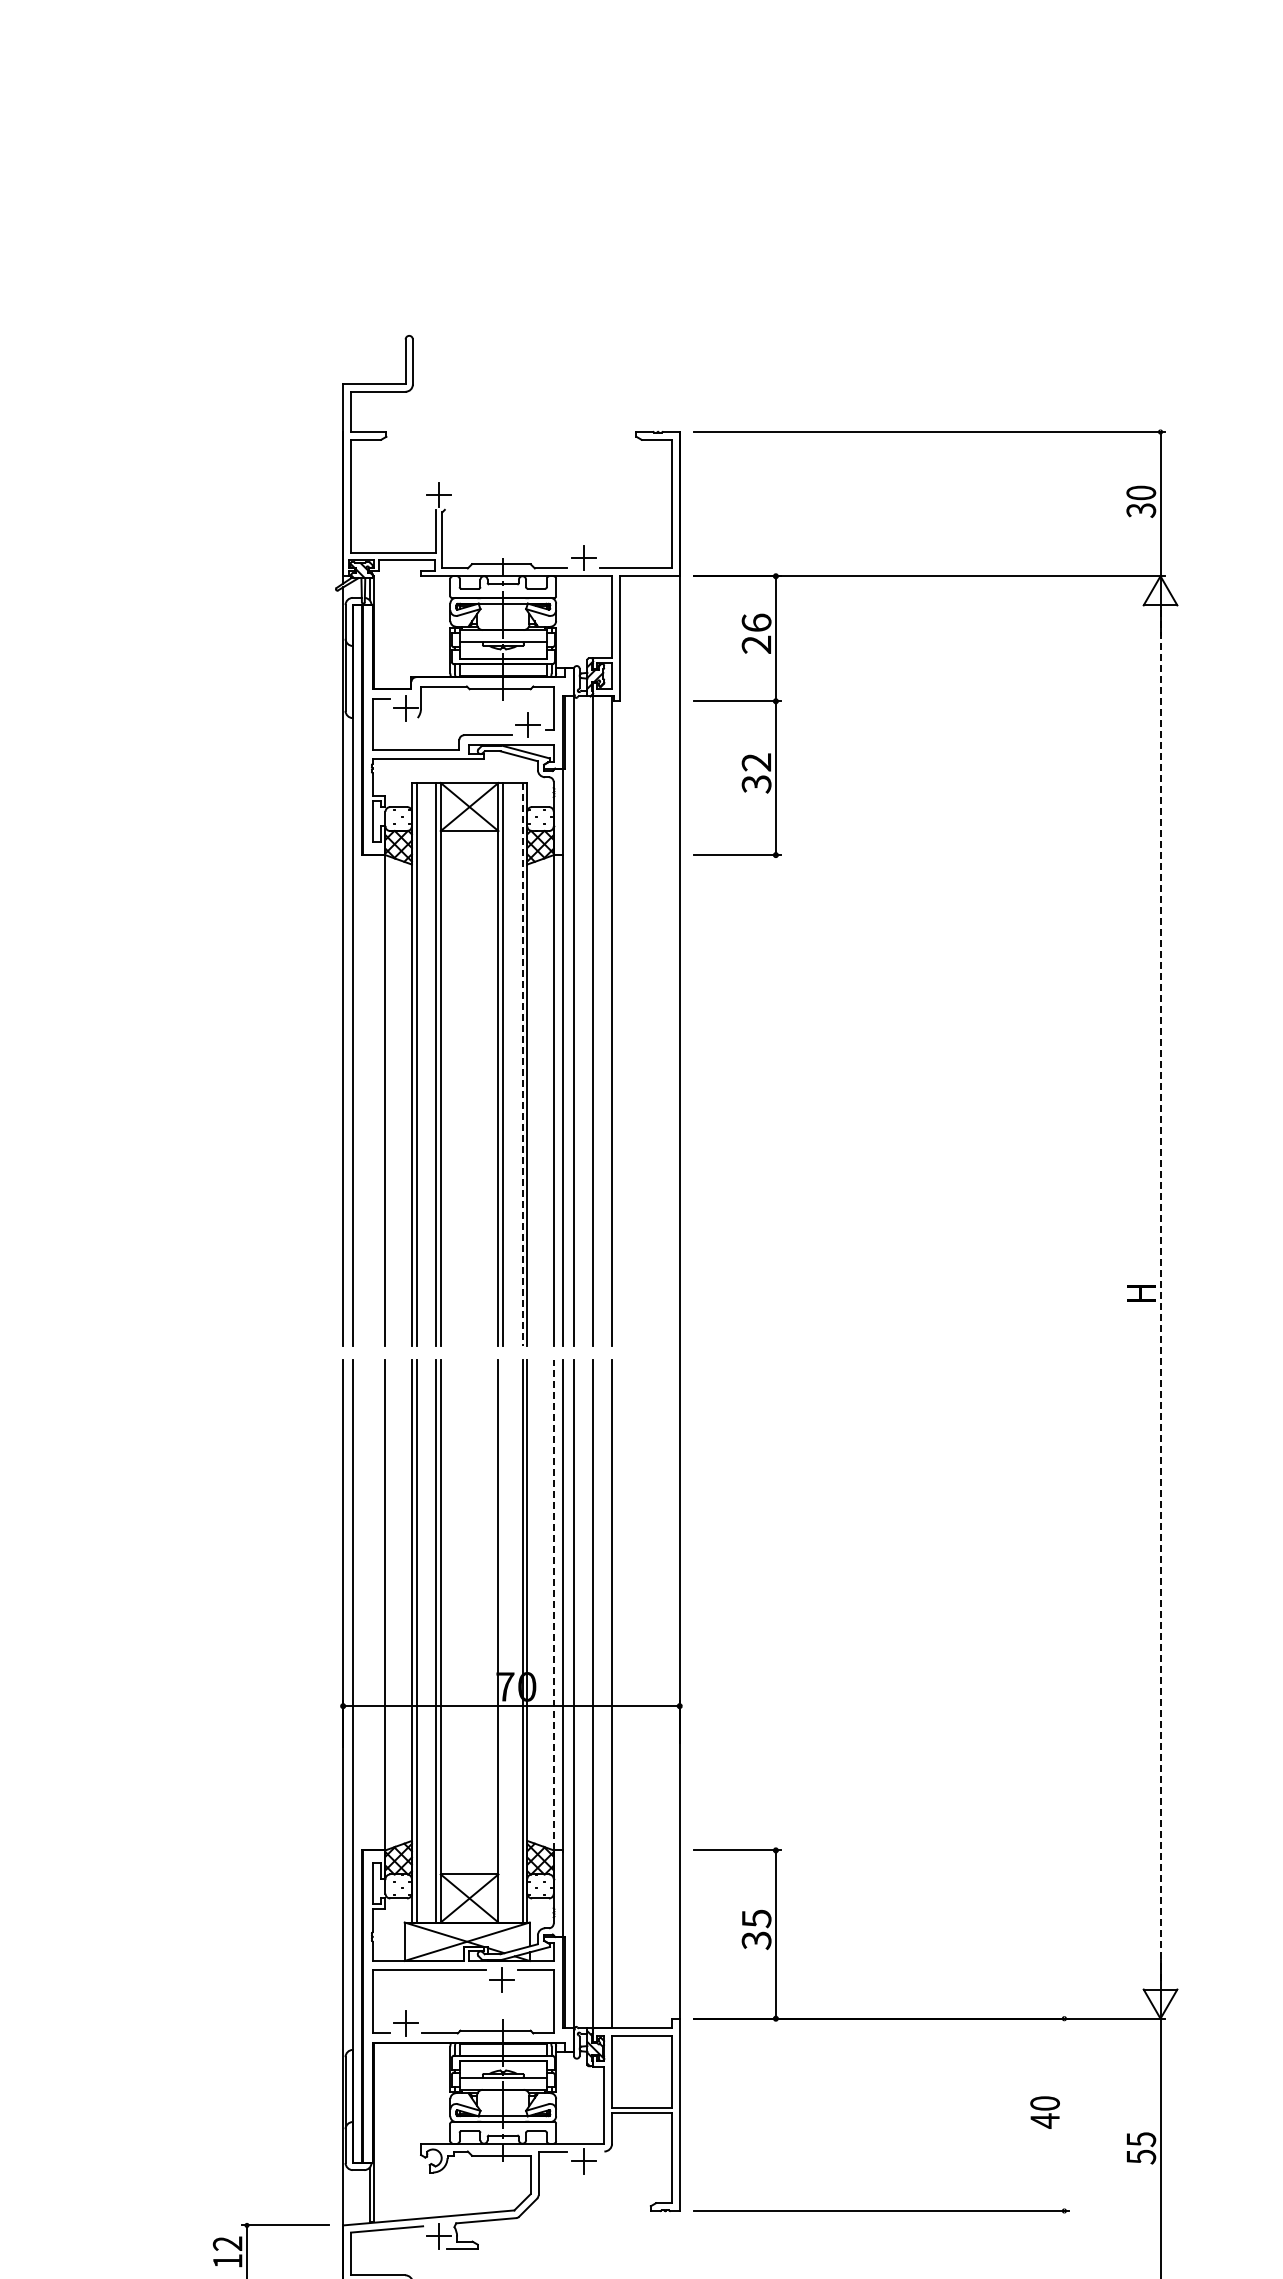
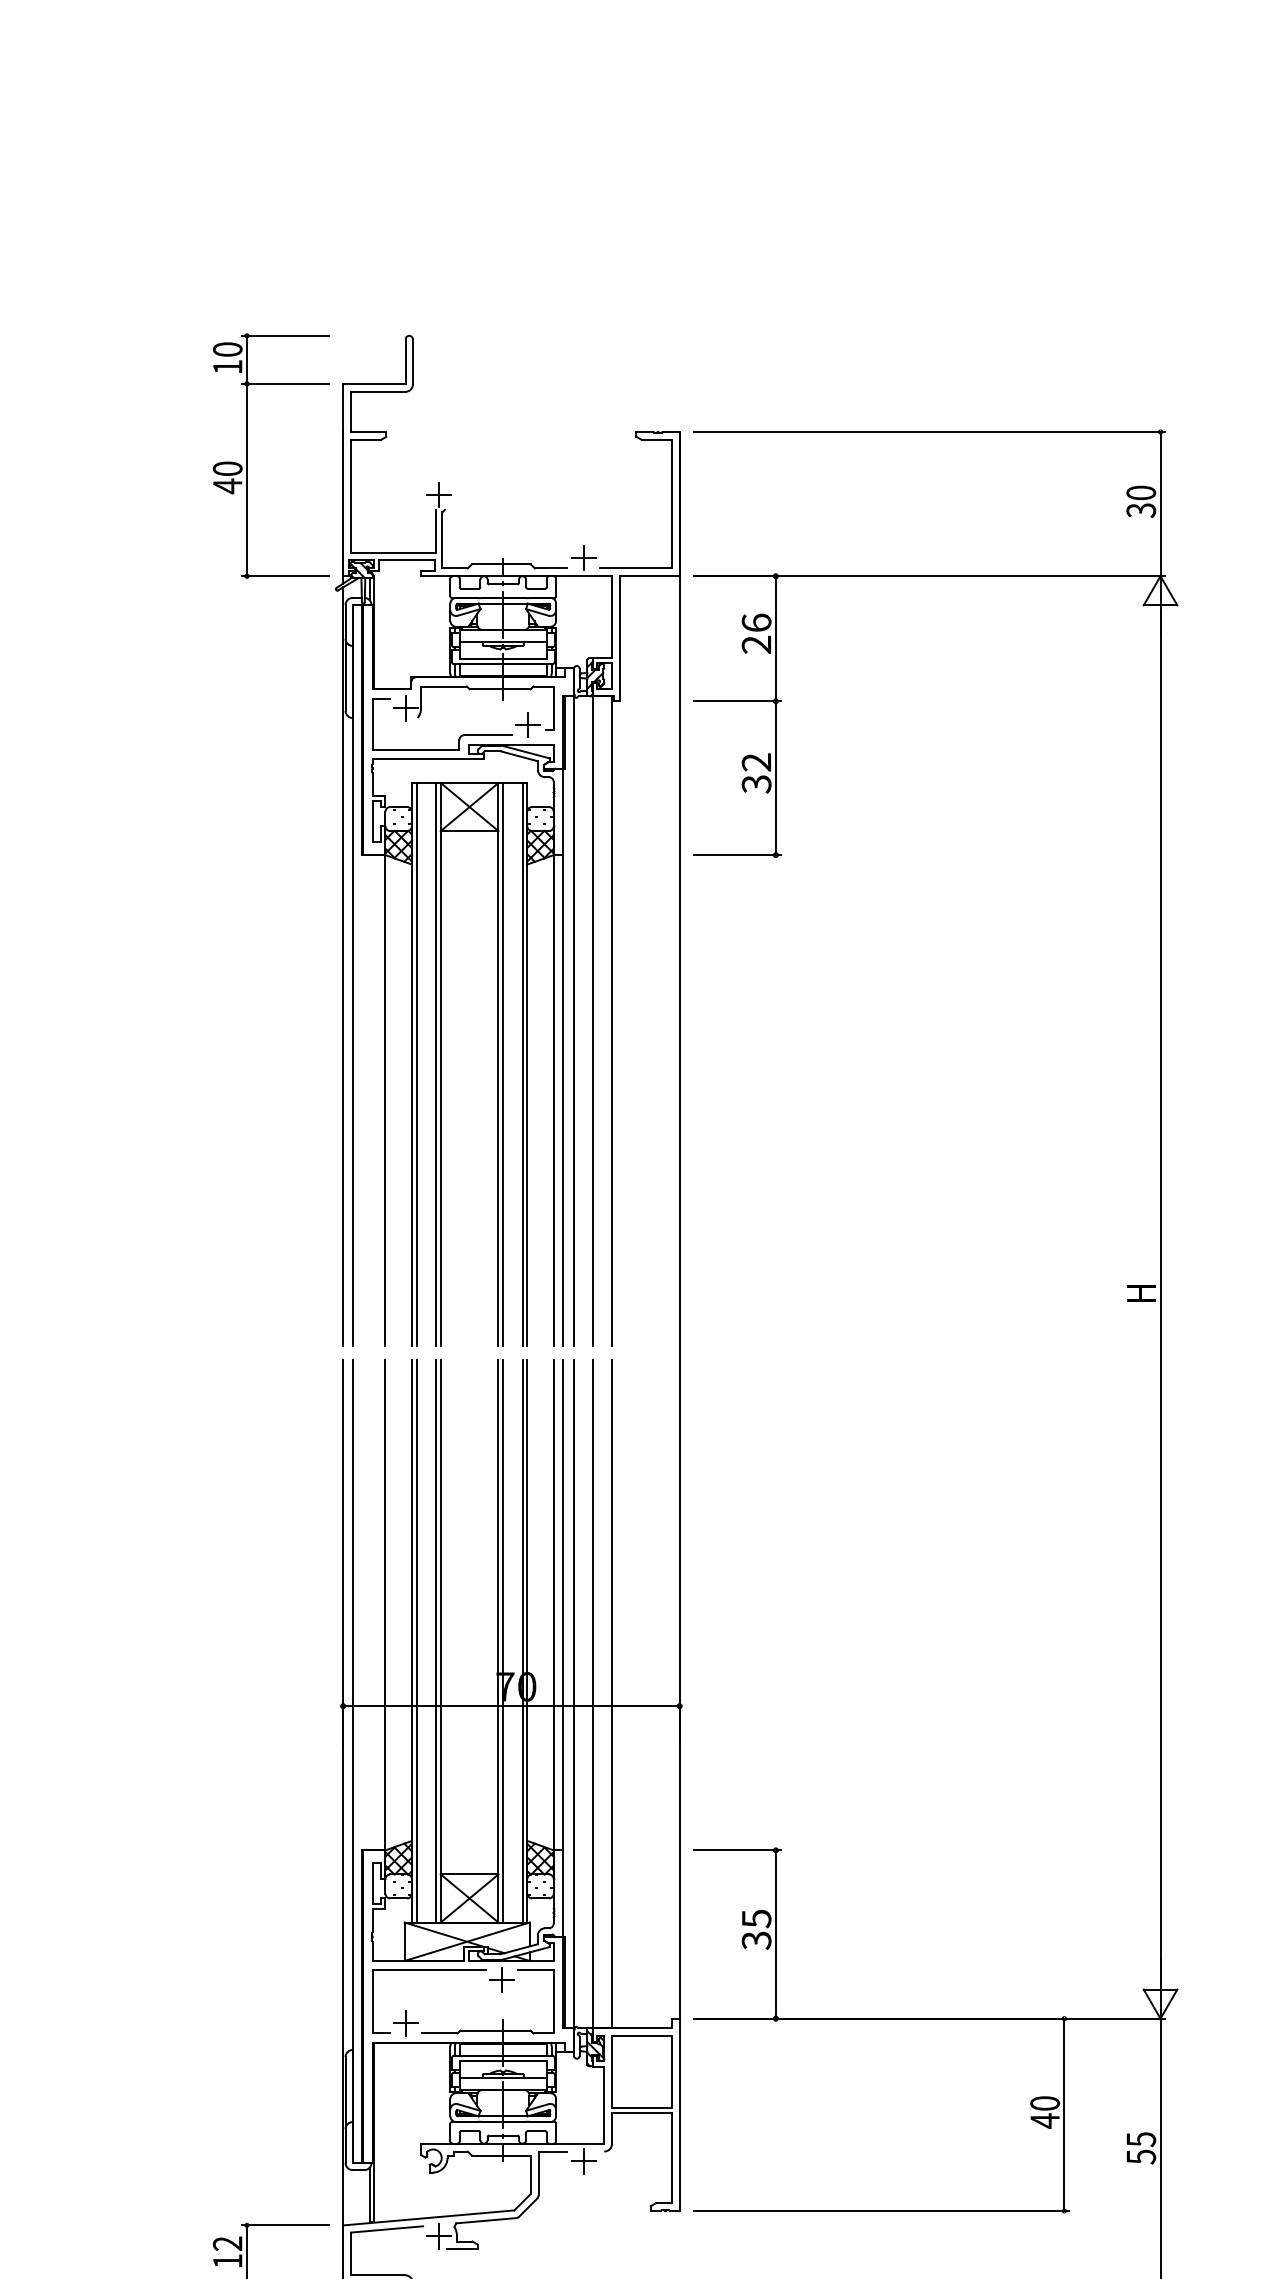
part at (247, 455): none -> present
line at (522, 1064): dashed -> solid
line at (1160, 1297): dashed -> solid
line at (553, 1604): dashed -> solid
line at (503, 1640): none -> present
line at (1064, 2114): none -> present
